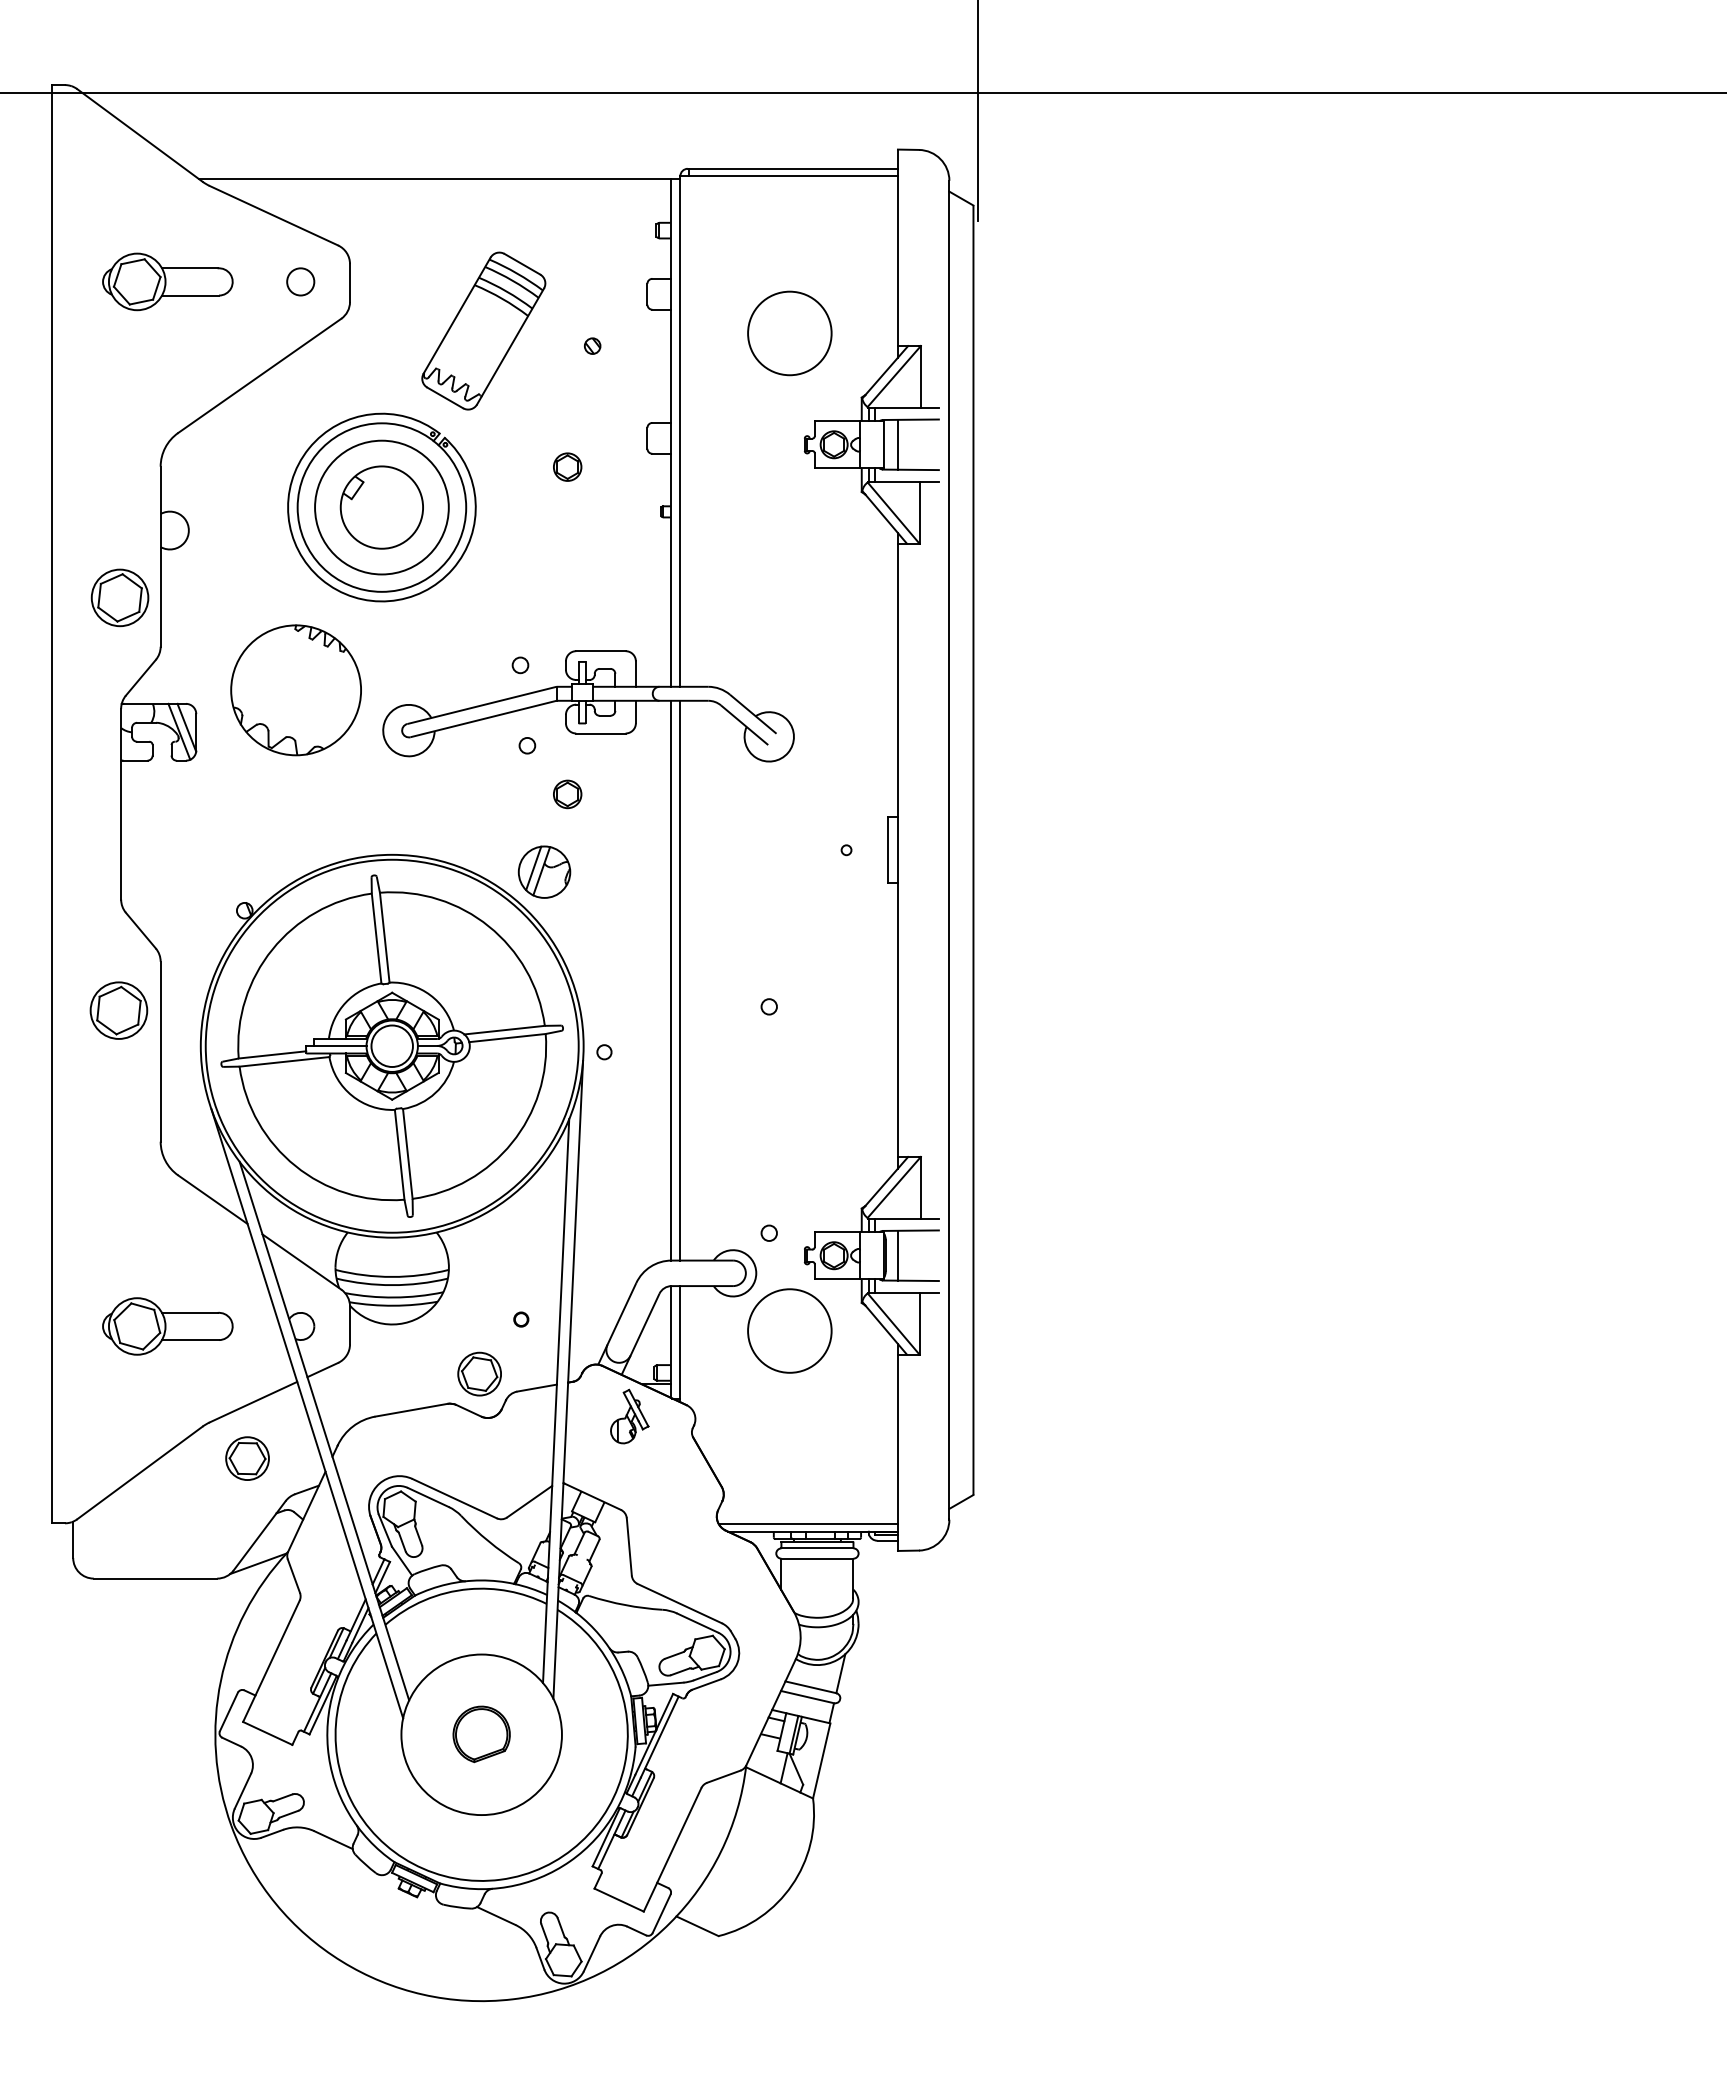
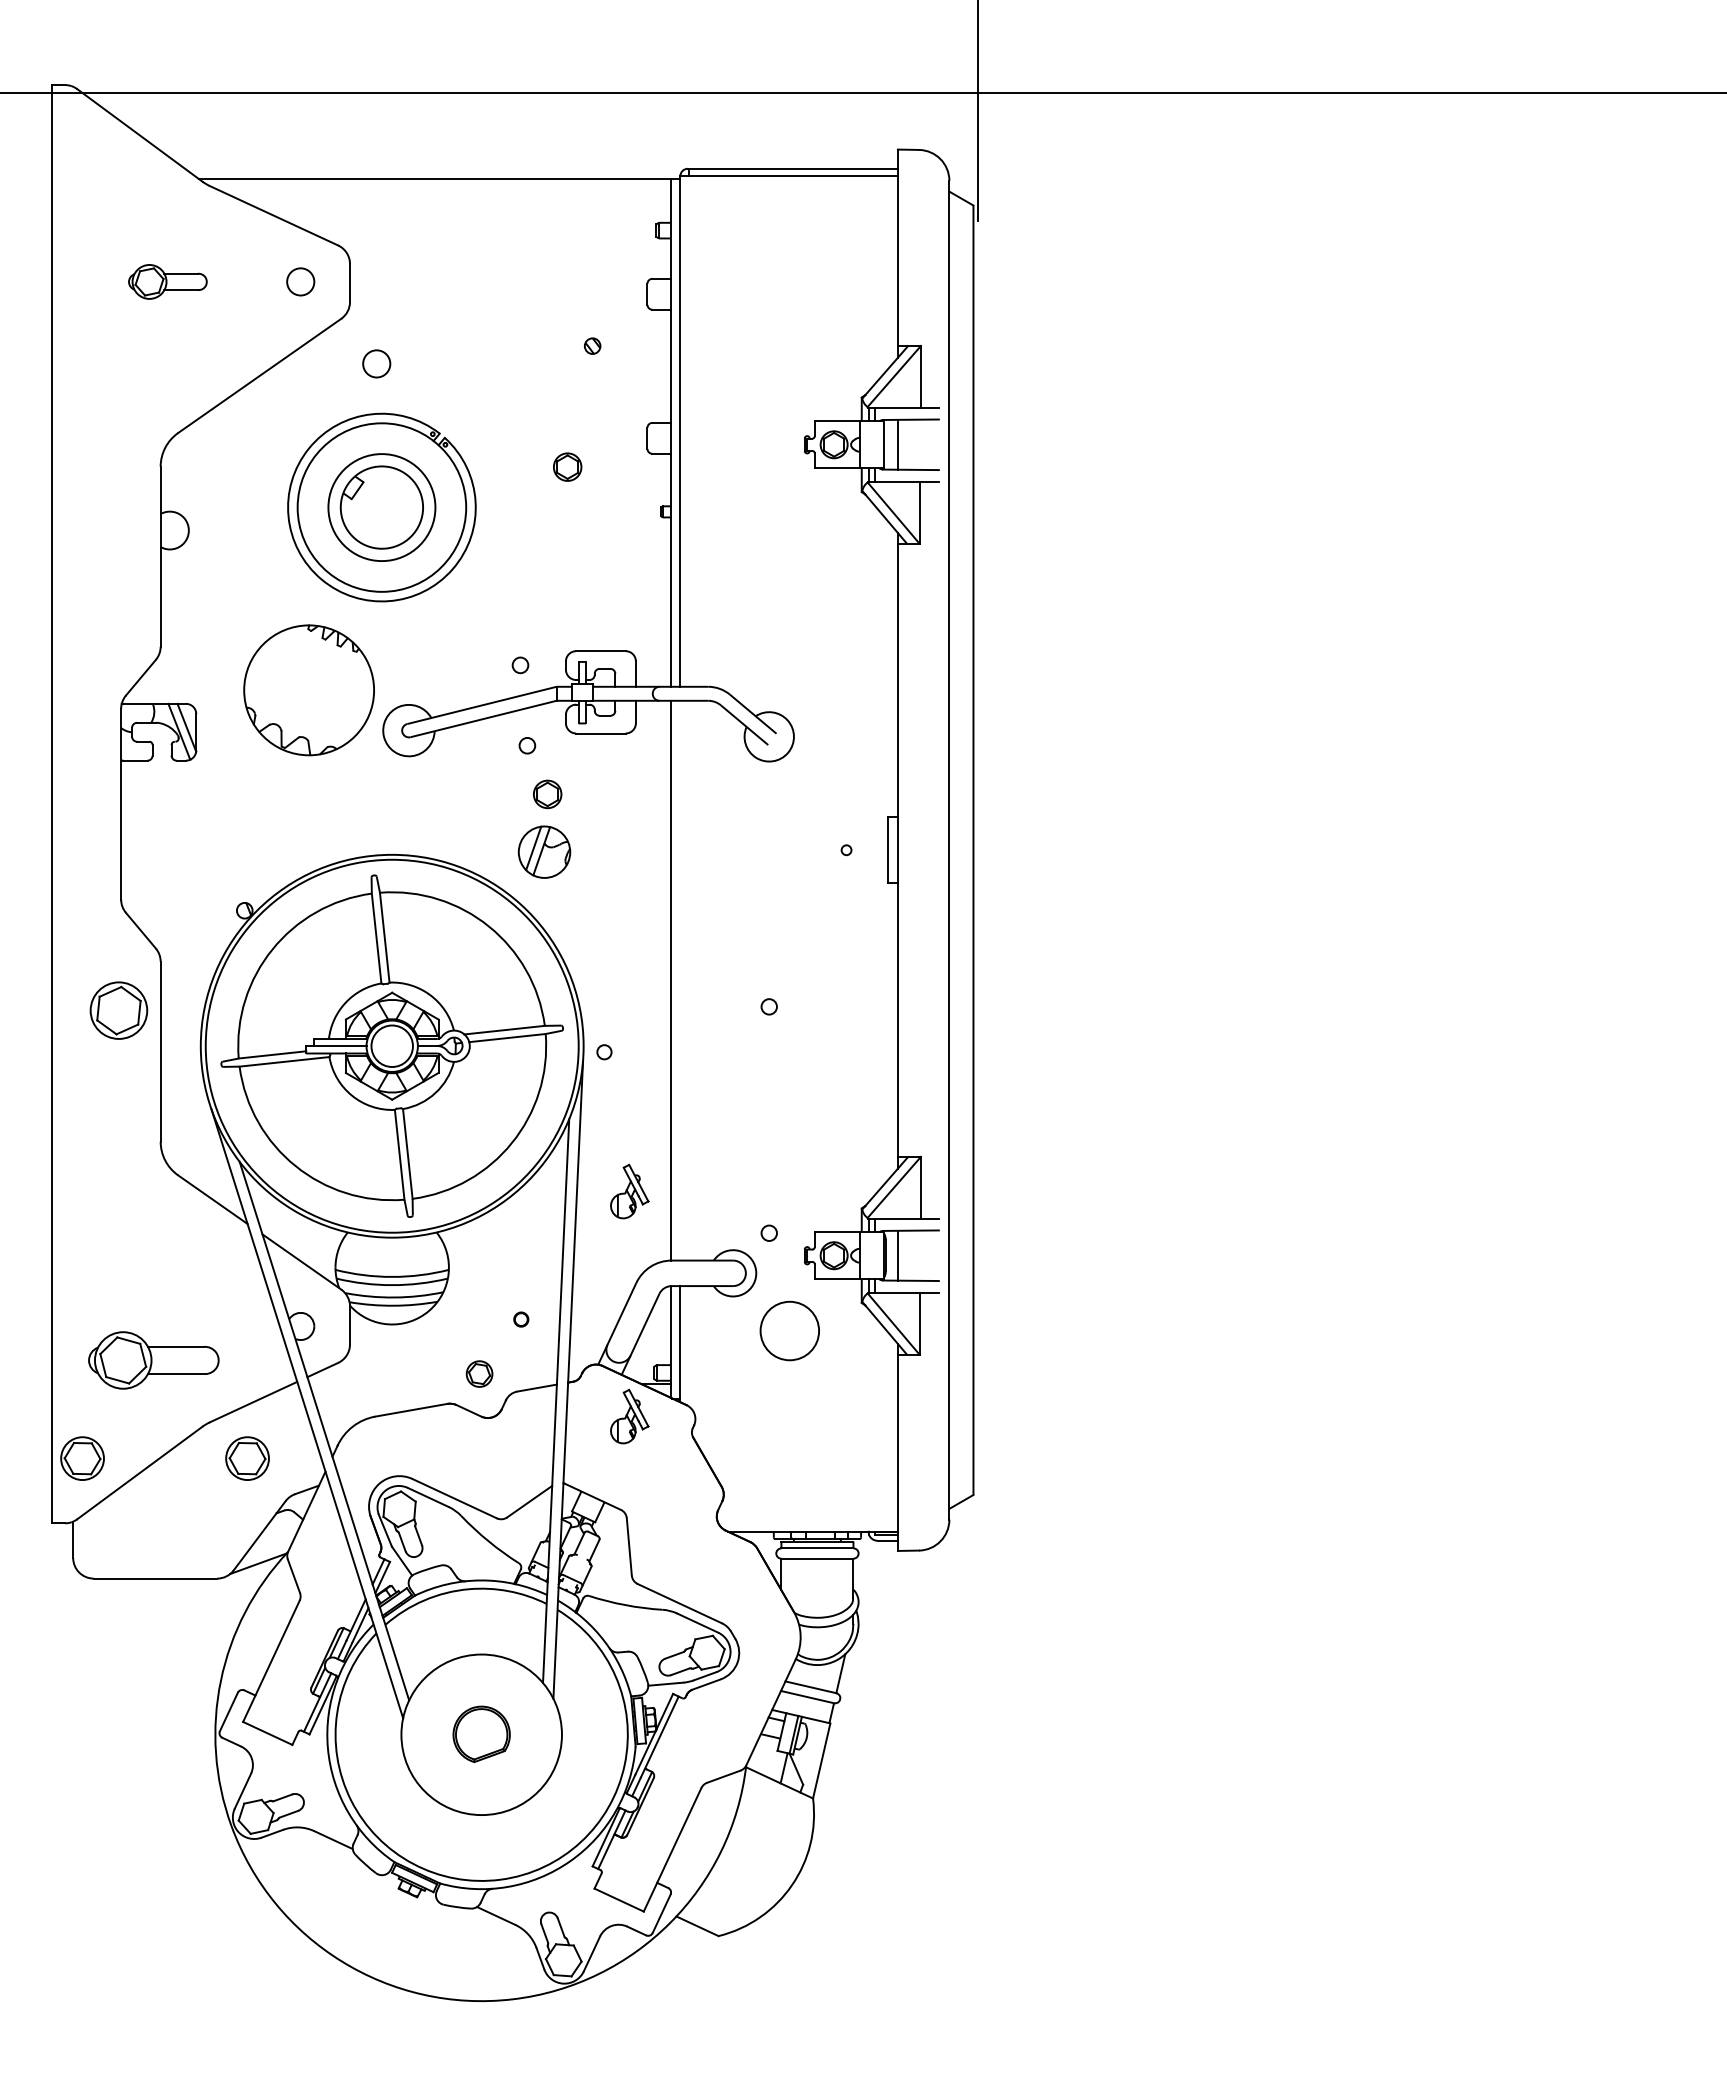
part at (167, 281) size: 132x60 px -> 80x36 px
part at (483, 330): present -> none
circle at (789, 333): present -> none
circle at (376, 363): none -> present
circle at (381, 507) diameter: 134 px -> 107 px
part at (119, 597): present -> none
part at (295, 690) position: (295, 690) -> (308, 690)
part at (567, 794) position: (567, 794) -> (547, 794)
part at (544, 871) position: (544, 871) -> (544, 851)
line at (680, 980): present -> none
part at (629, 1191): none -> present
part at (167, 1326) position: (167, 1326) -> (153, 1360)
circle at (789, 1330) diameter: 84 px -> 58 px
part at (479, 1373) size: 45x46 px -> 29x28 px
part at (82, 1458): none -> present
line at (807, 1524): present -> none
